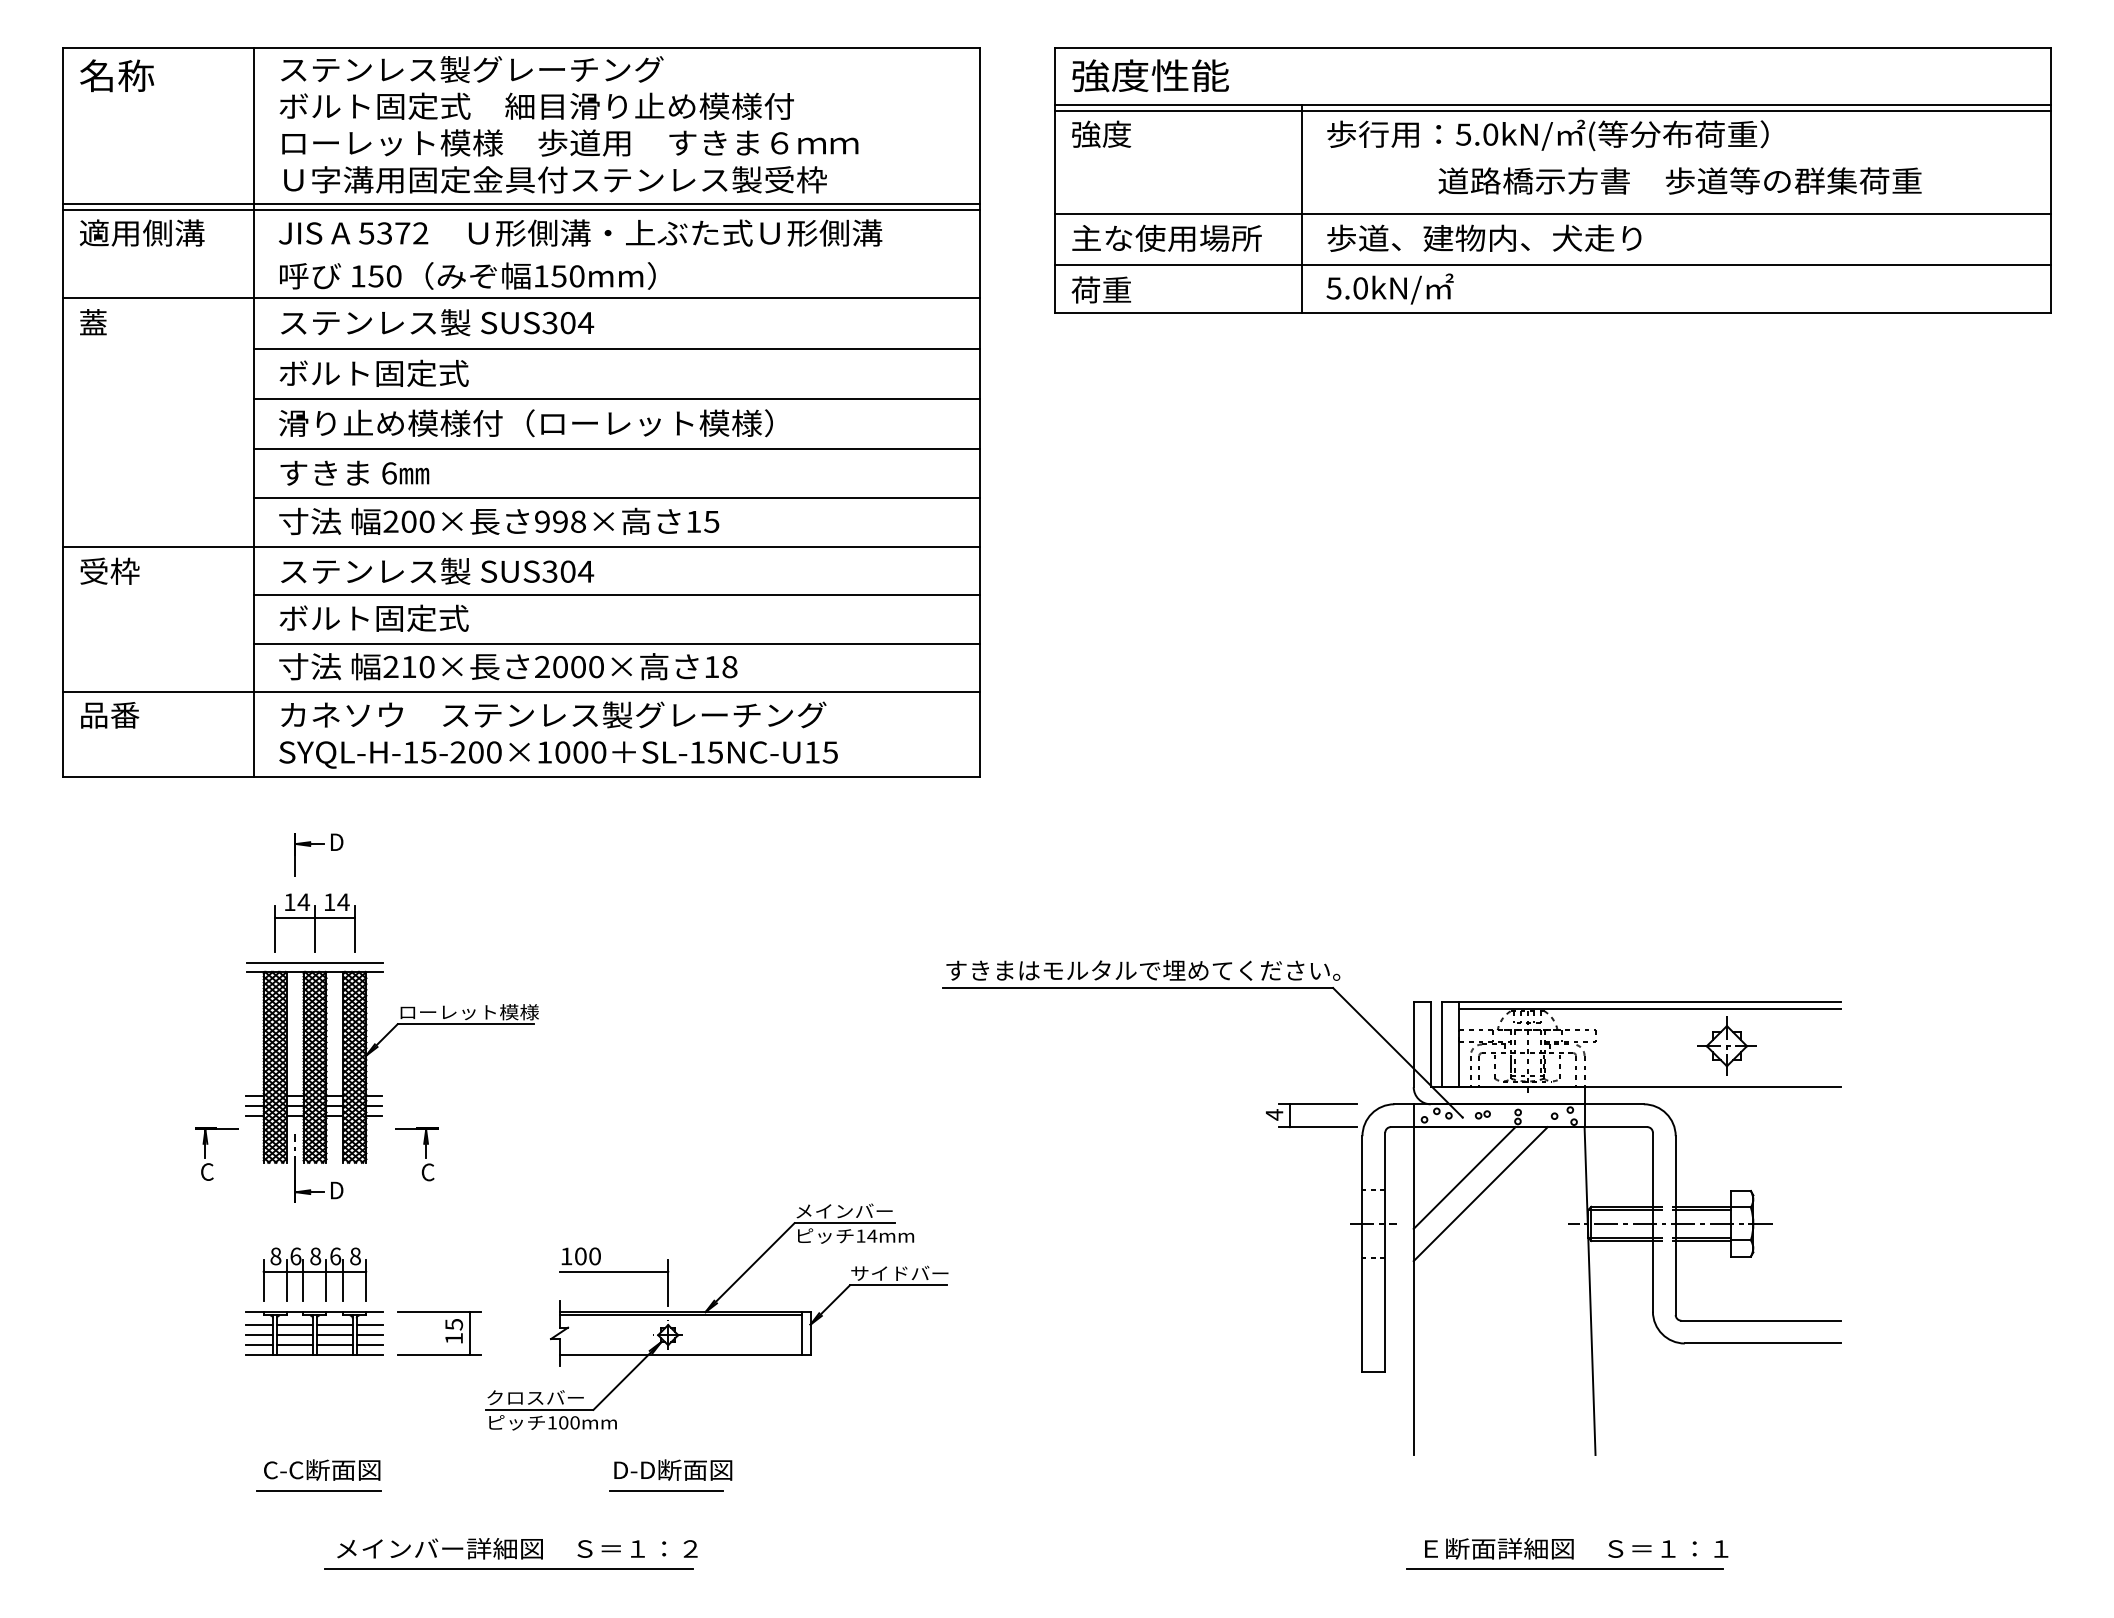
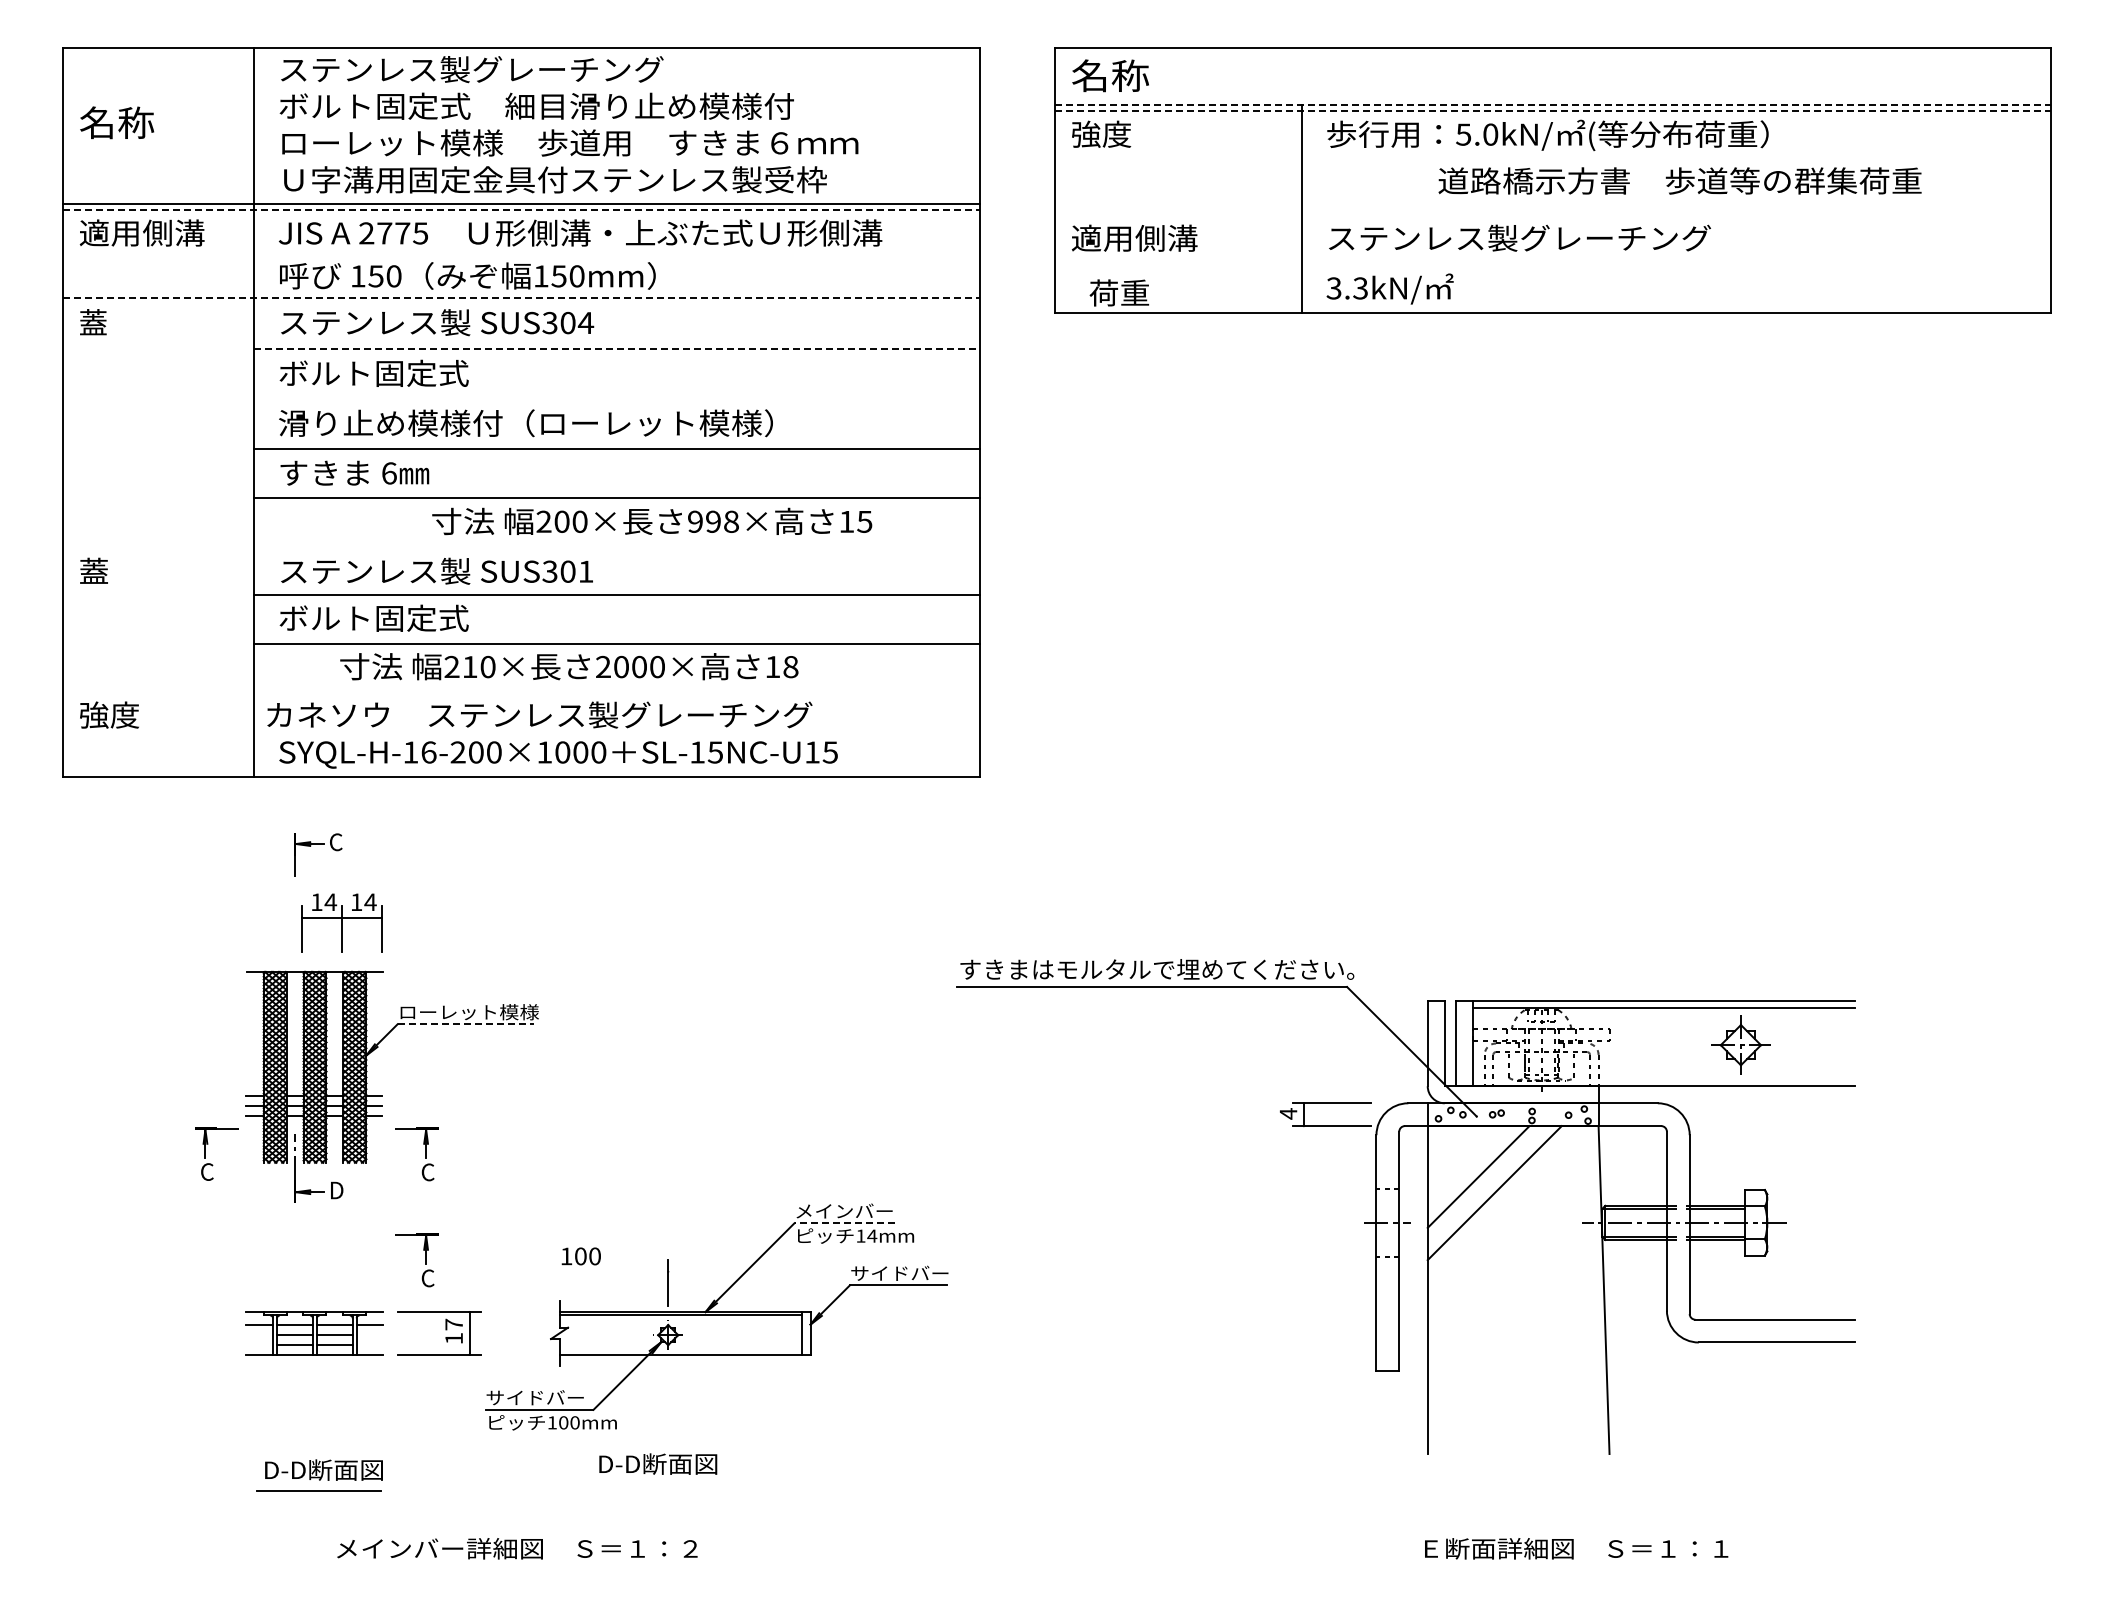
text at (117, 75) position: (117, 75) -> (117, 122)
text at (1150, 75): 強度性能 -> 名称
line at (1552, 105): solid -> dashed
line at (1552, 111): solid -> dashed
line at (522, 209): solid -> dashed
line at (1552, 213): present -> none
text at (393, 233): 5372 -> 2775
text at (1166, 237): 主な使用場所 -> 適用側溝
text at (1519, 237): 歩道、建物内、犬走り -> ステンレス製グレーチング
line at (1552, 264): present -> none
text at (1347, 288): 5.0kN/ -> 3.3kN/
text at (1101, 289) position: (1101, 289) -> (1119, 292)
line at (522, 298): solid -> dashed
line at (616, 349): solid -> dashed
line at (616, 398): present -> none
text at (499, 521) position: (499, 521) -> (652, 521)
line at (521, 546): present -> none
text at (109, 570): 受枠 -> 蓋
text at (585, 571): SUS304 -> SUS301
text at (508, 666) position: (508, 666) -> (569, 666)
line at (521, 691): present -> none
text at (109, 714): 品番 -> 強度
text at (553, 714) position: (553, 714) -> (539, 714)
text at (428, 752): SYQL-H-15-200×1000 -> SYQL-H-16-200×1000
text at (336, 842): D -> C
part at (314, 922) position: (314, 922) -> (341, 922)
line at (314, 963): present -> none
line at (466, 1024): solid -> dashed
part at (1391, 1207) position: (1391, 1207) -> (1405, 1206)
line at (844, 1223): solid -> dashed
part at (425, 1260): none -> present
line at (613, 1271): present -> none
part at (314, 1274): present -> none
text at (454, 1324): 15 -> 17
line at (259, 1335): present -> none
line at (369, 1335): present -> none
line at (259, 1345): present -> none
line at (369, 1345): present -> none
text at (514, 1397): クロスバー -> サイドバー
text at (323, 1469): C-C断面図 -> D-D断面図
text at (673, 1469) position: (673, 1469) -> (658, 1463)
line at (666, 1490): present -> none
line at (508, 1569): present -> none
line at (1564, 1569): present -> none
